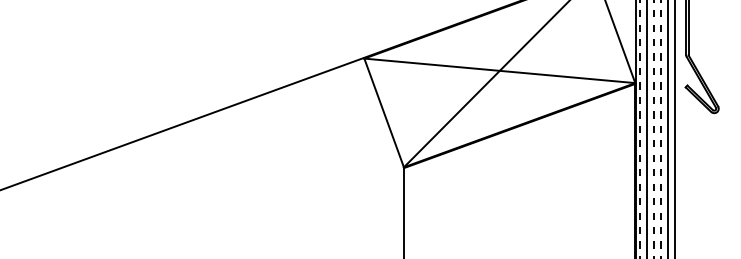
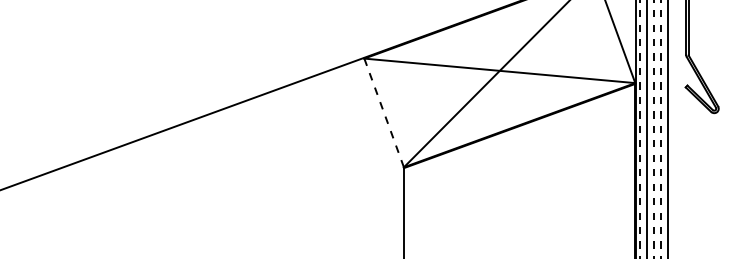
line at (384, 112): solid -> dashed
line at (674, 128): present -> none
